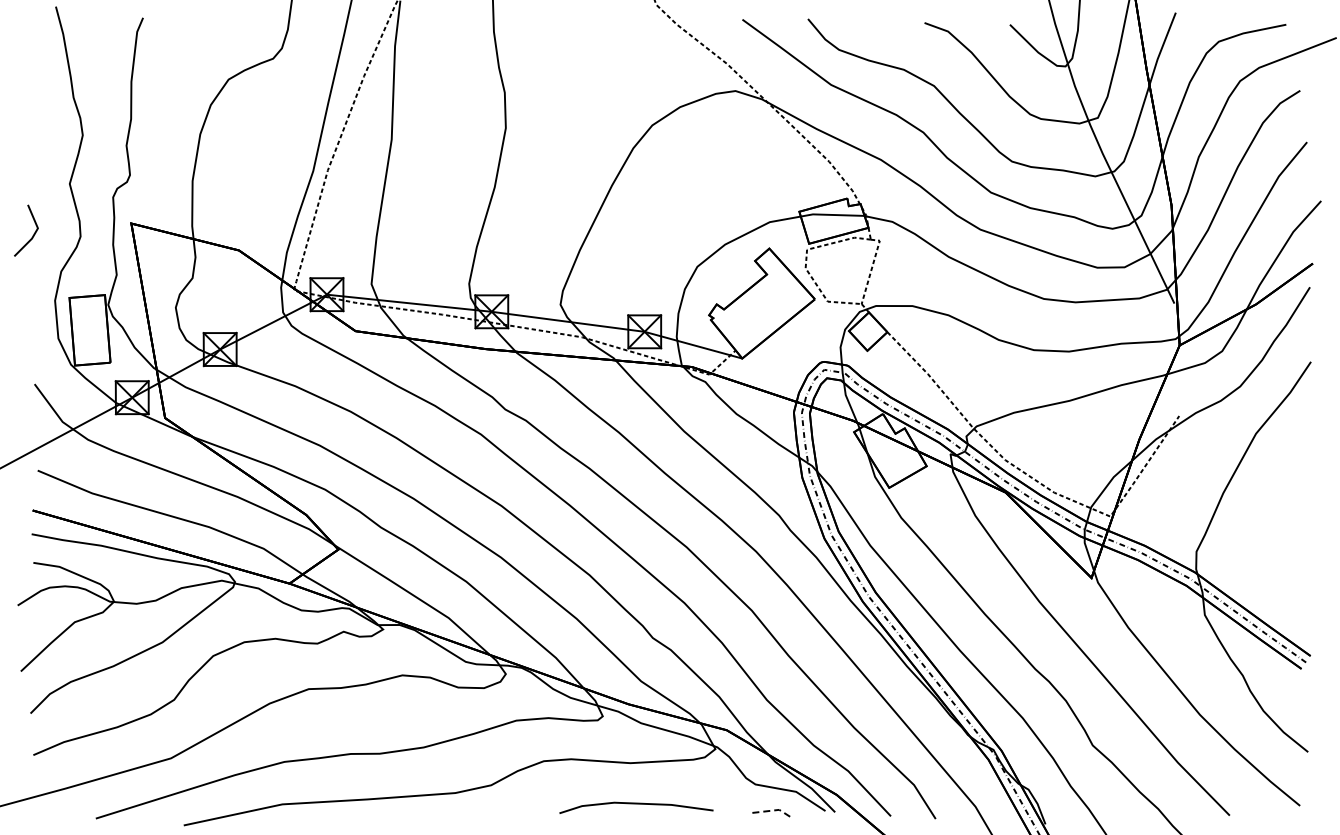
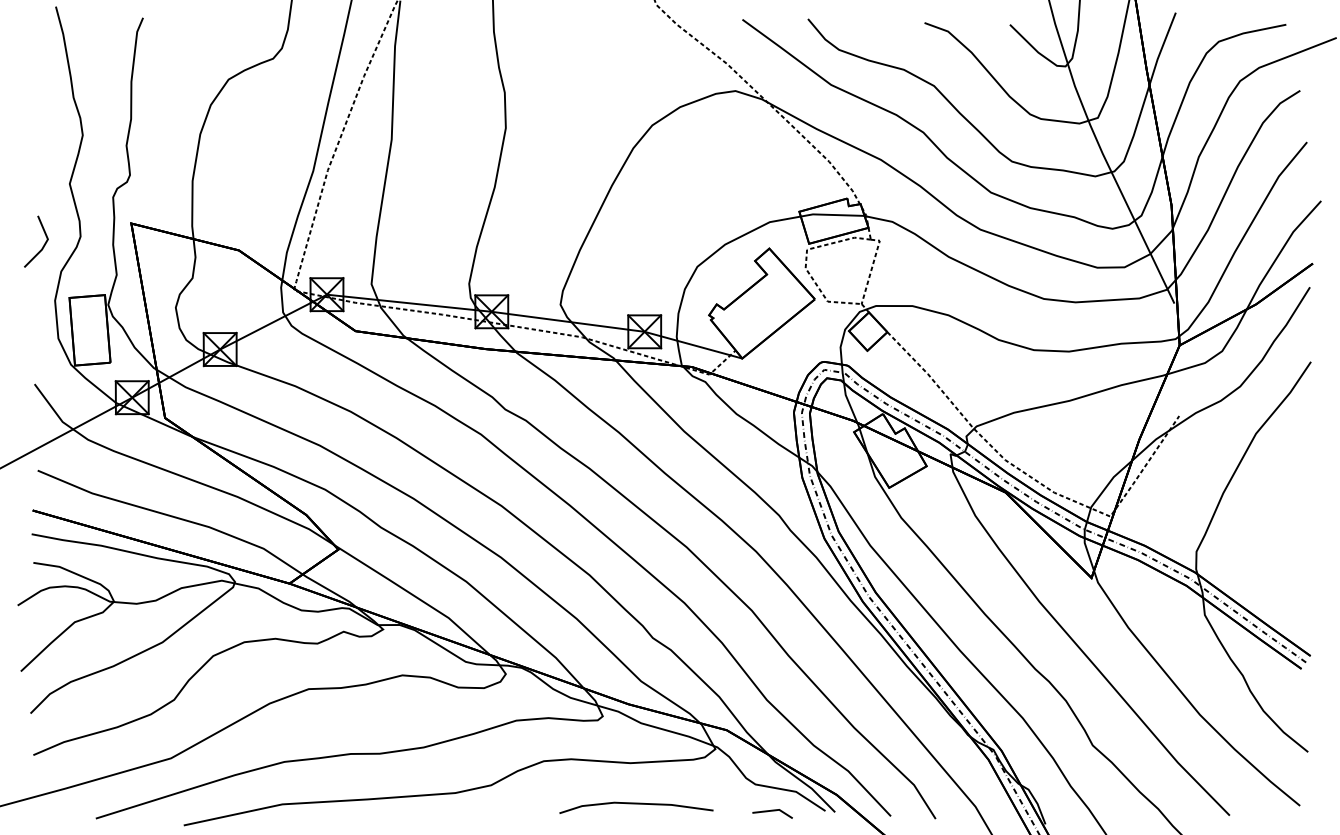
line at (33, 233) position: (33, 233) -> (43, 244)
line at (774, 810): dashed -> solid
